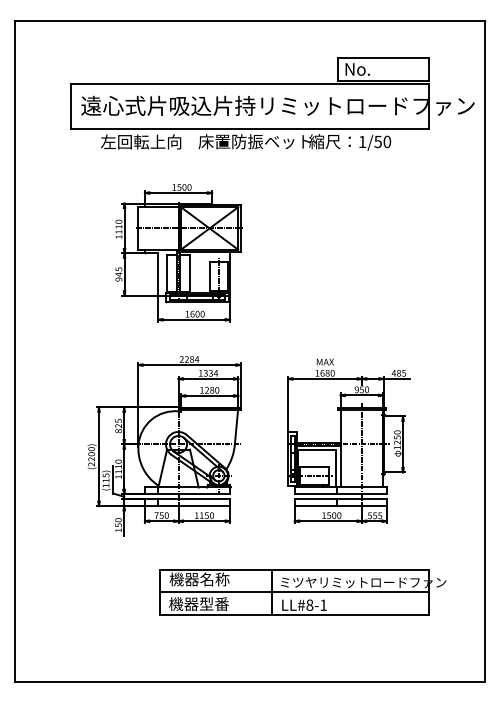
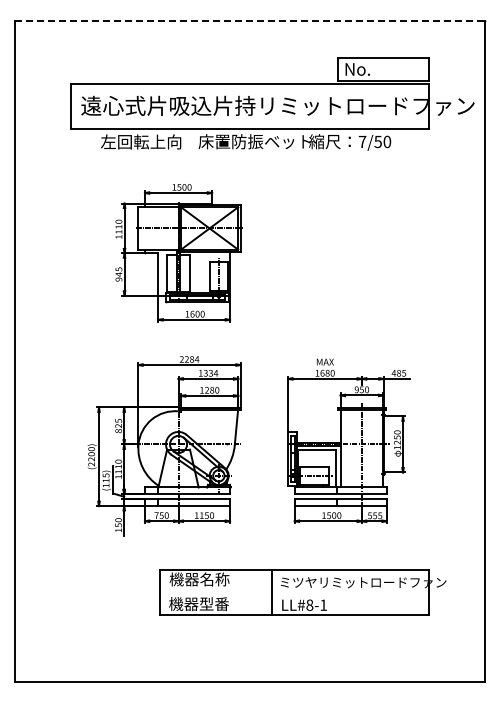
line at (250, 21): solid -> dashed
text at (362, 141): 1/50 -> 7/50
line at (294, 592): present -> none
